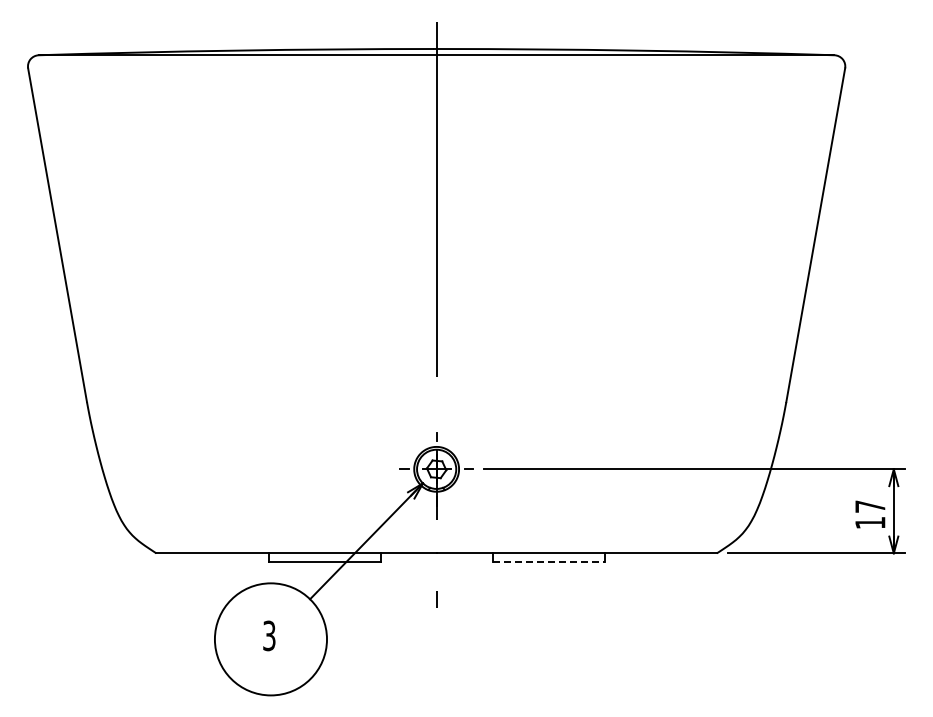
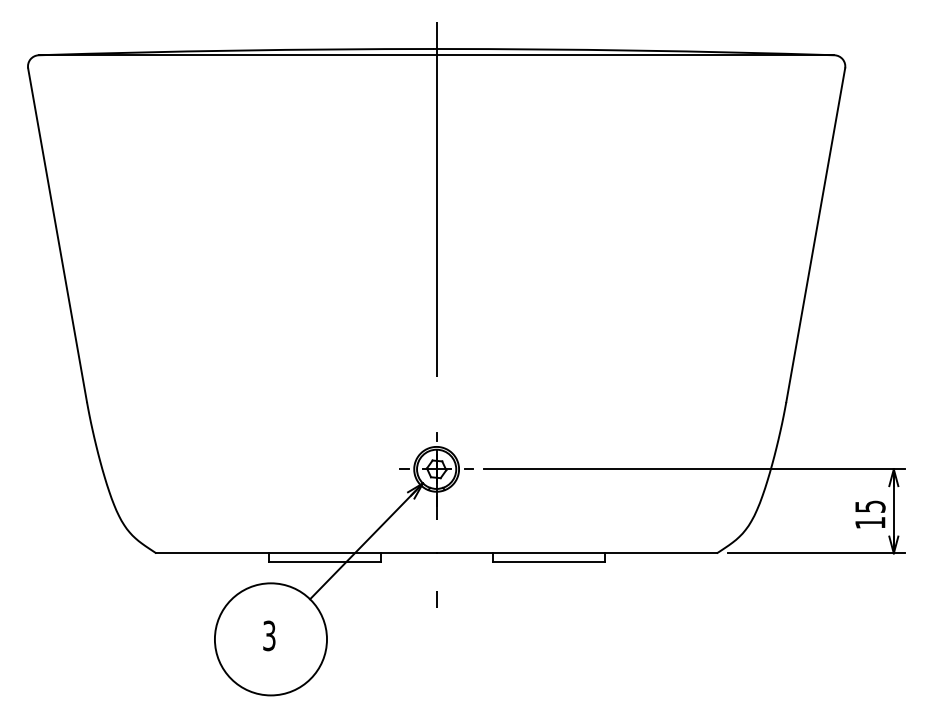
text at (870, 506): 17 -> 15
line at (549, 561): dashed -> solid
